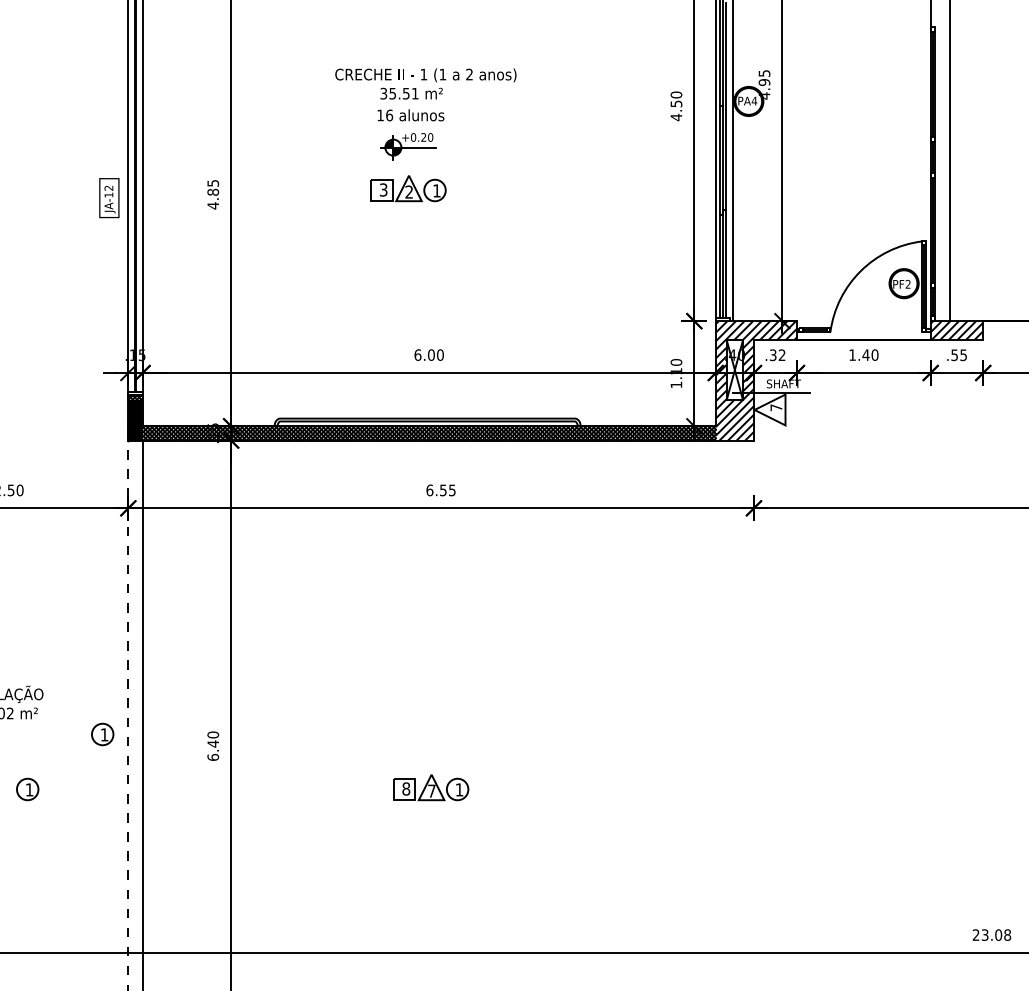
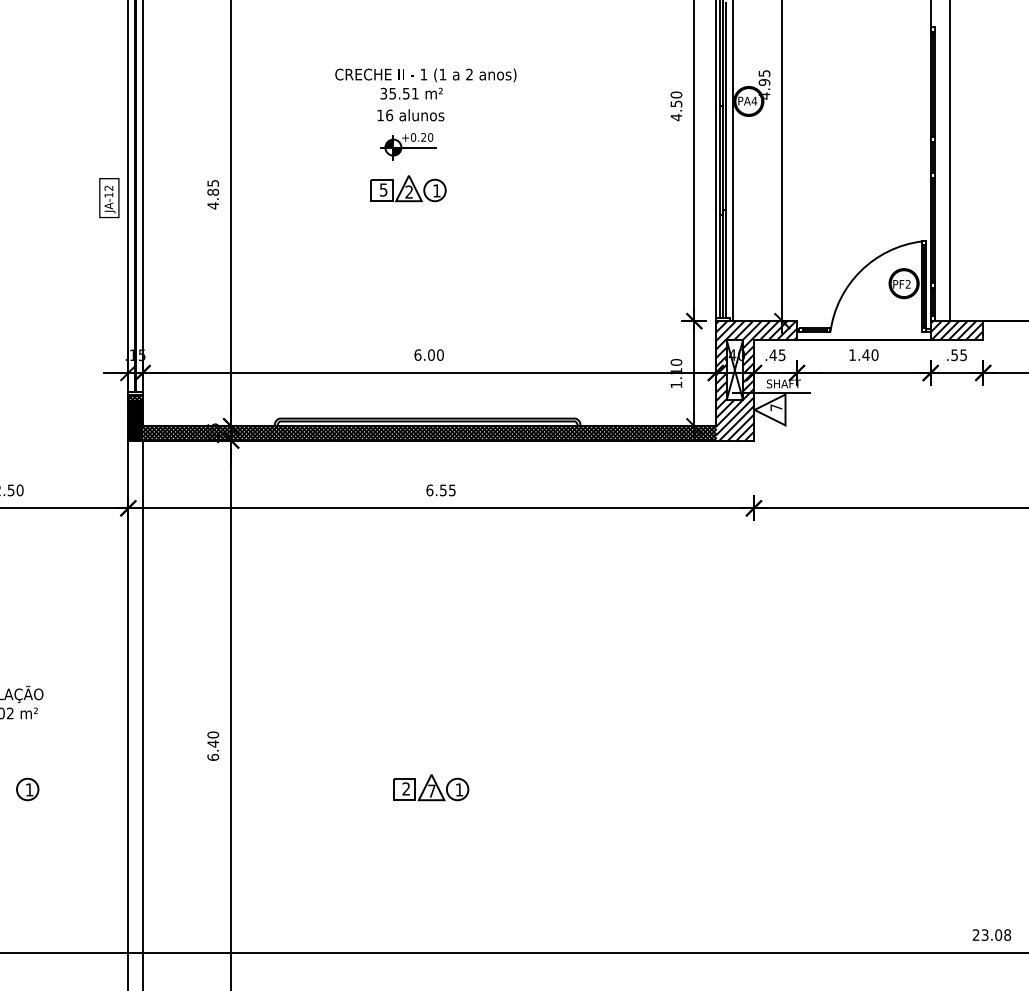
text at (383, 189): 3 -> 5
text at (777, 355): .32 -> .45
line at (128, 715): dashed -> solid
part at (102, 734): present -> none
text at (406, 788): 8 -> 2
